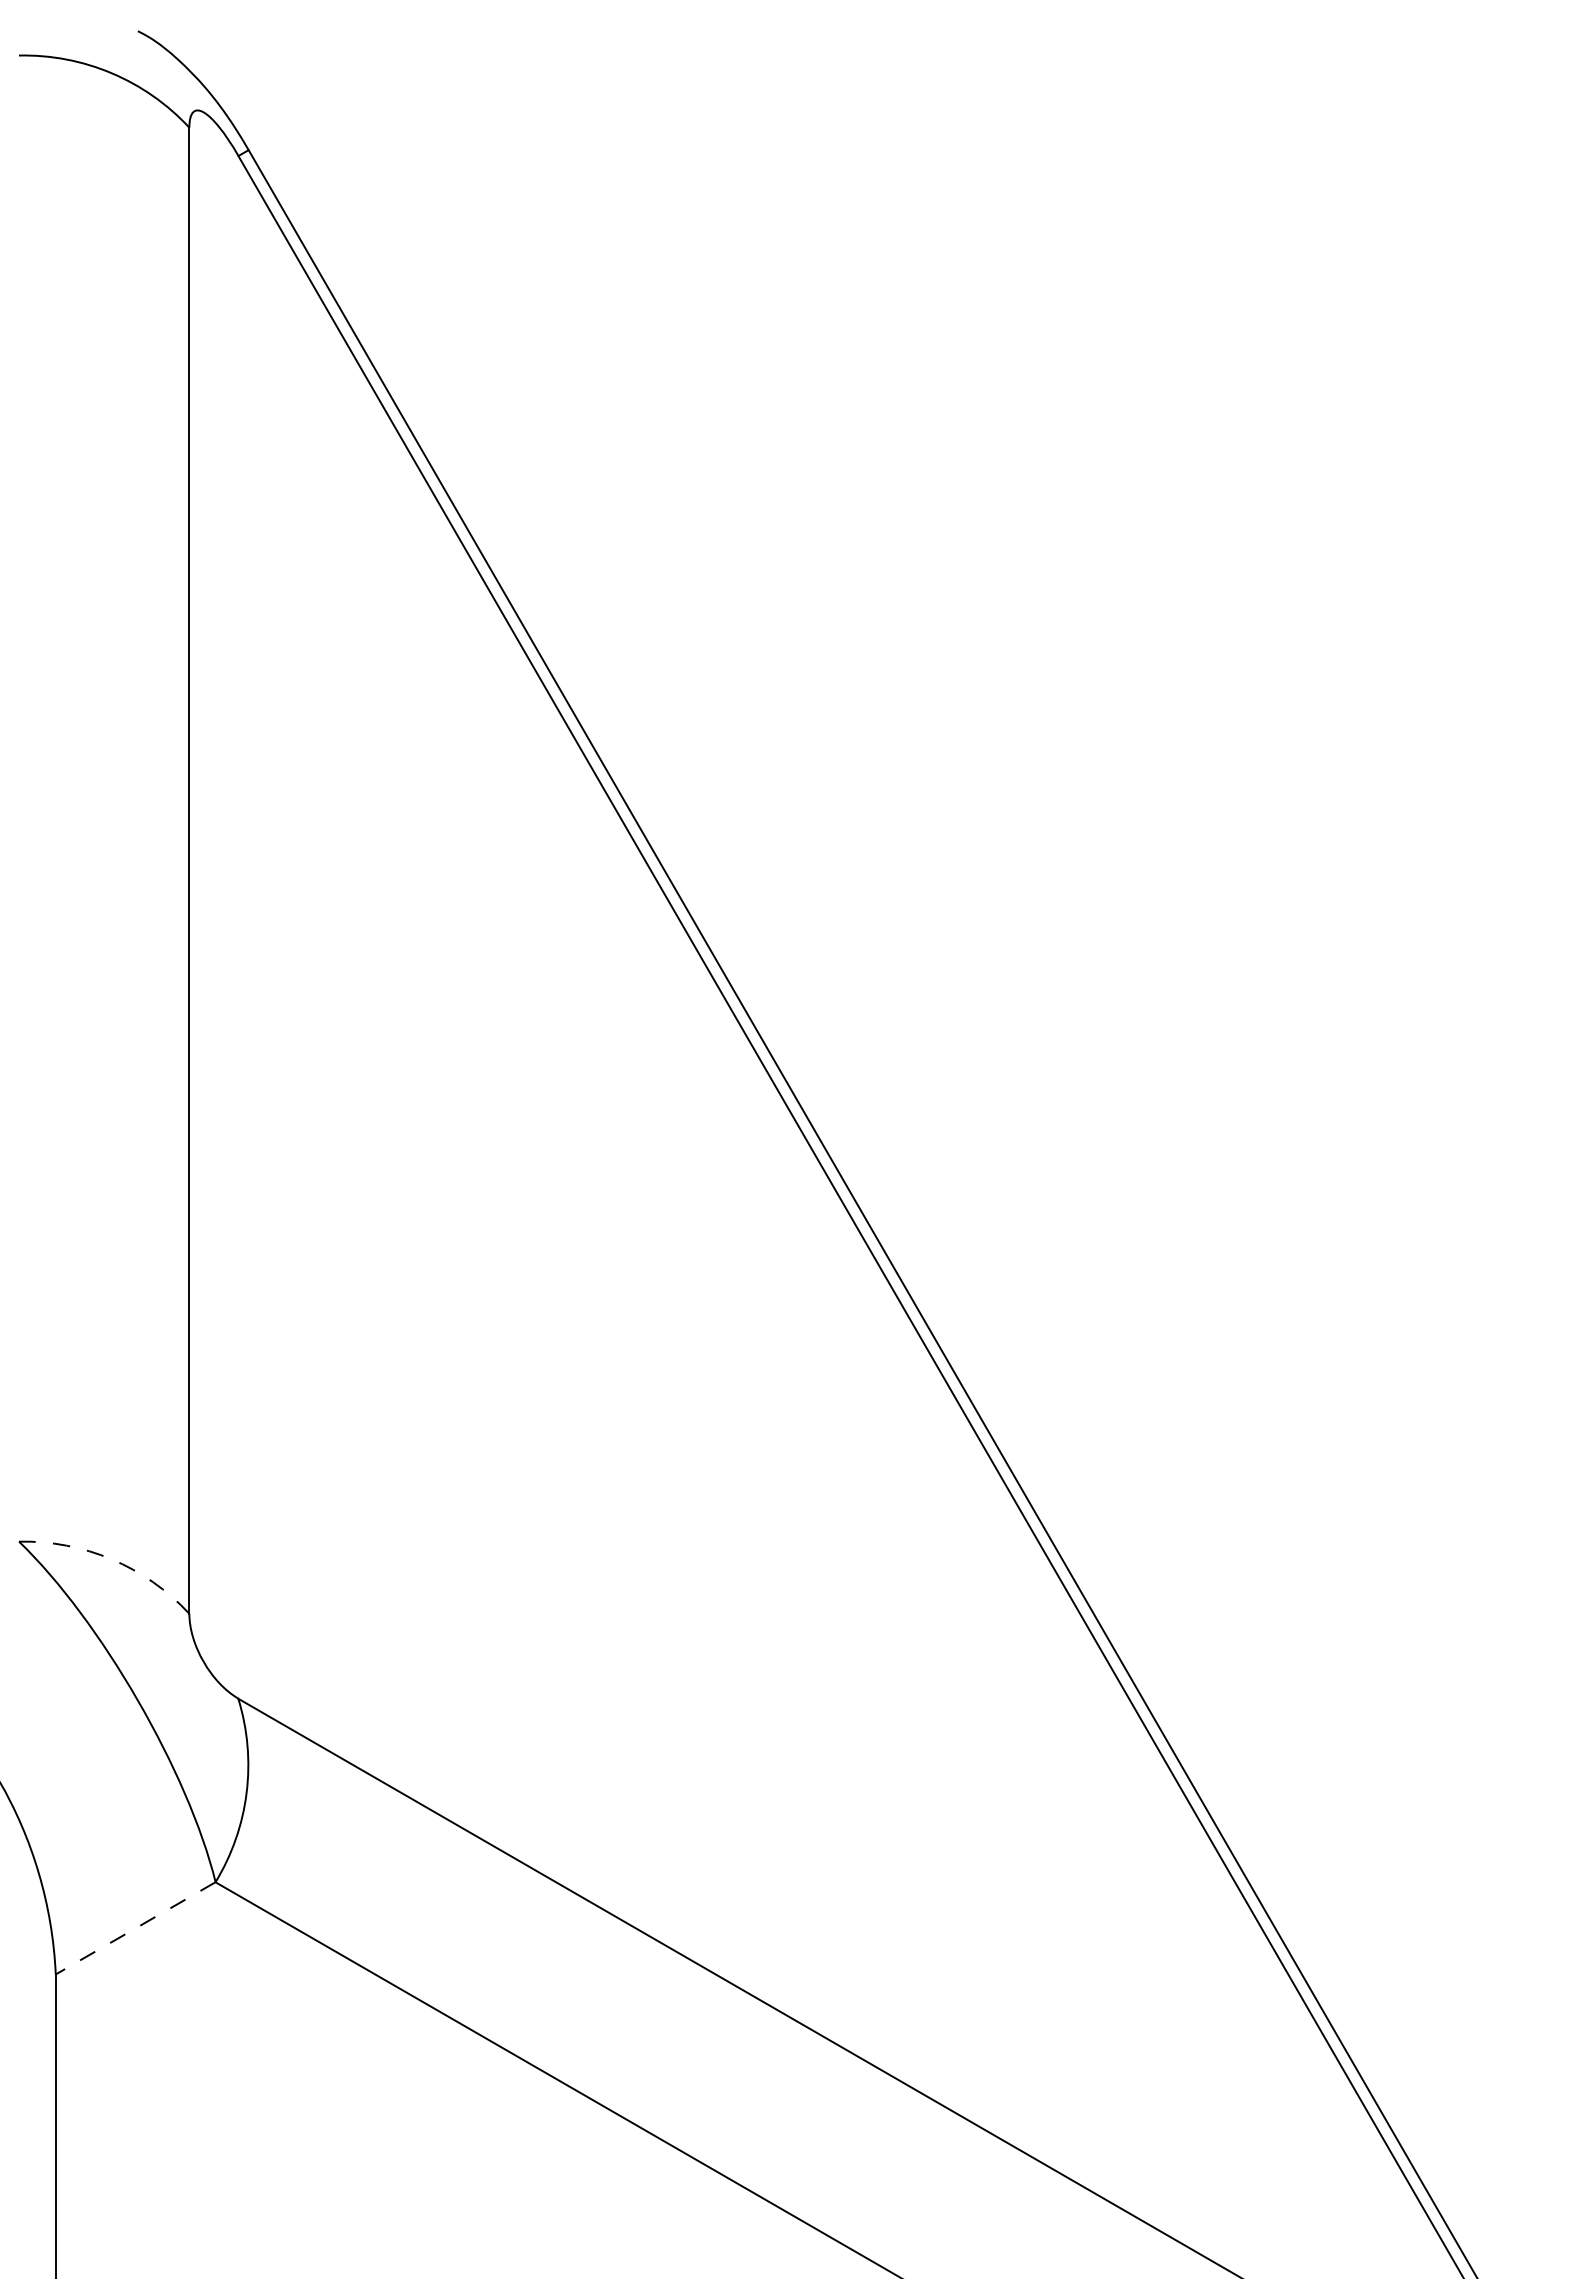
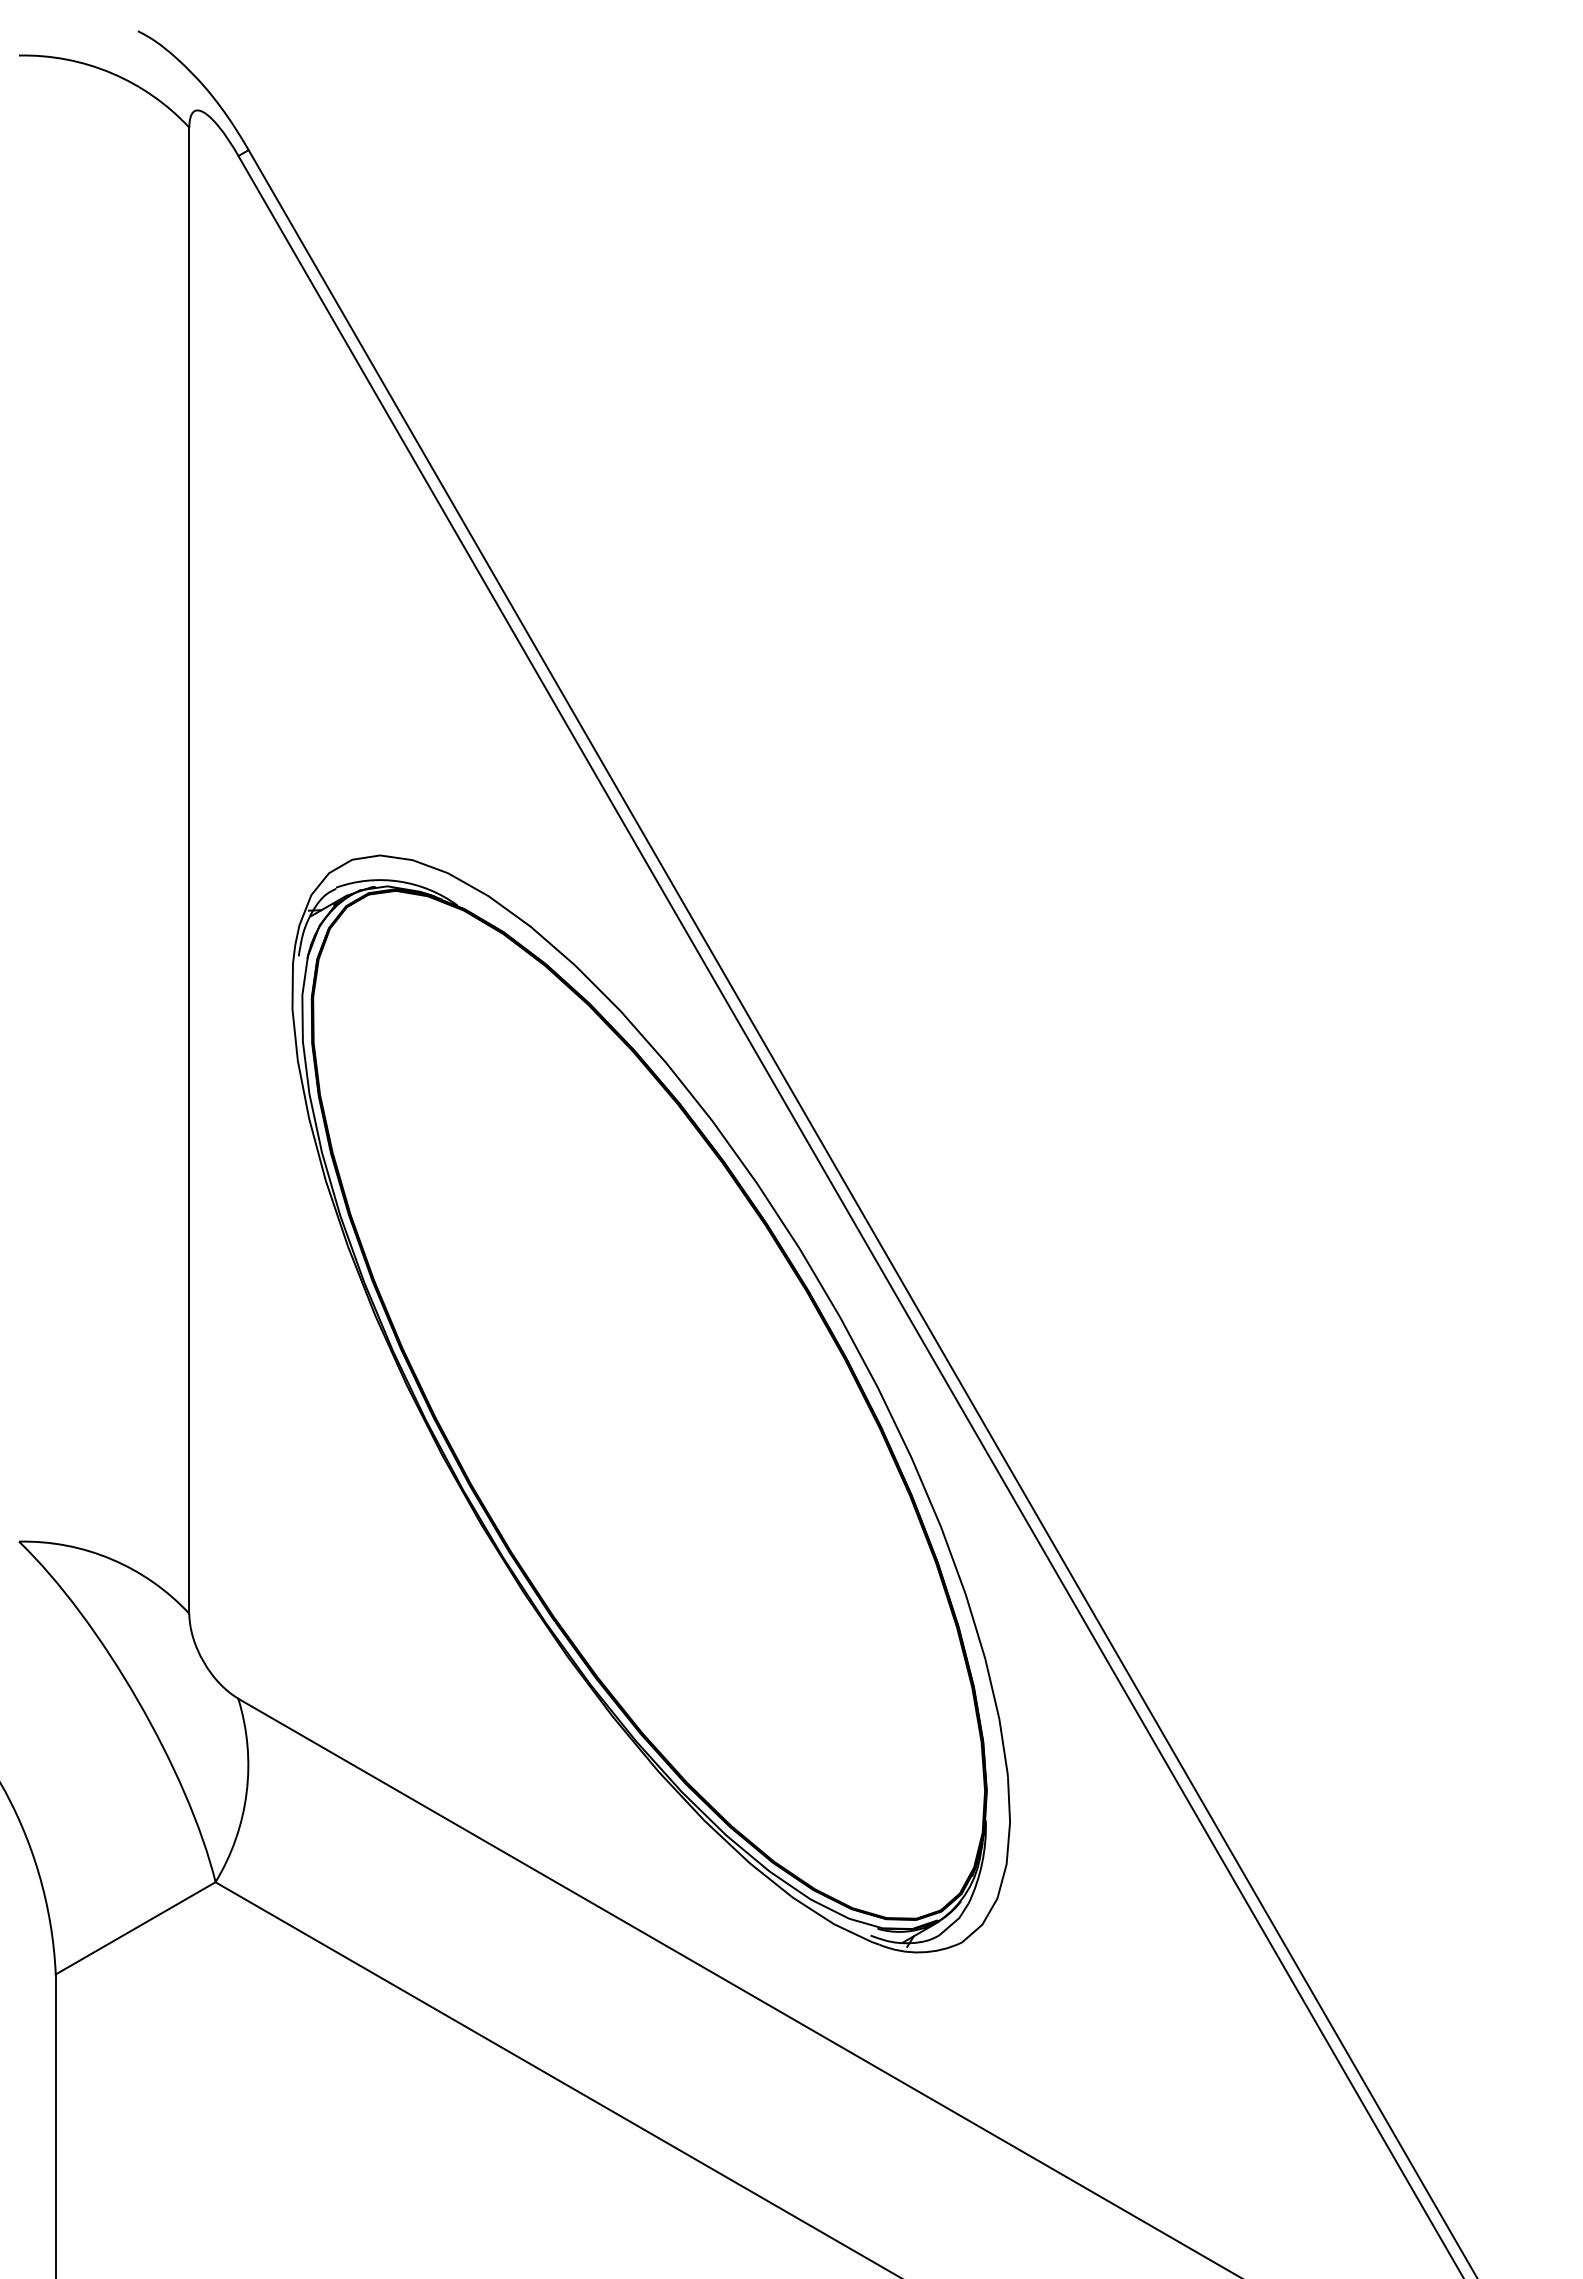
part at (650, 1403): none -> present
arc at (111, 1559): dashed -> solid
line at (135, 1928): dashed -> solid
